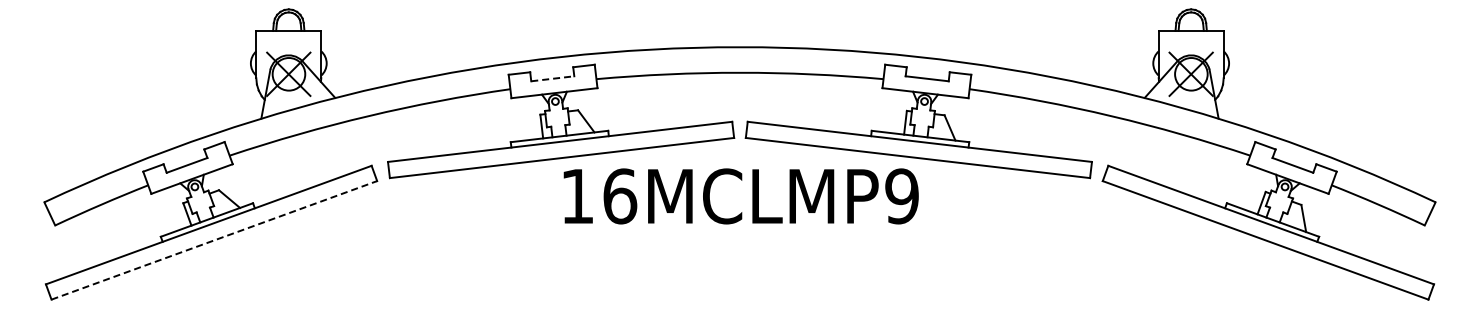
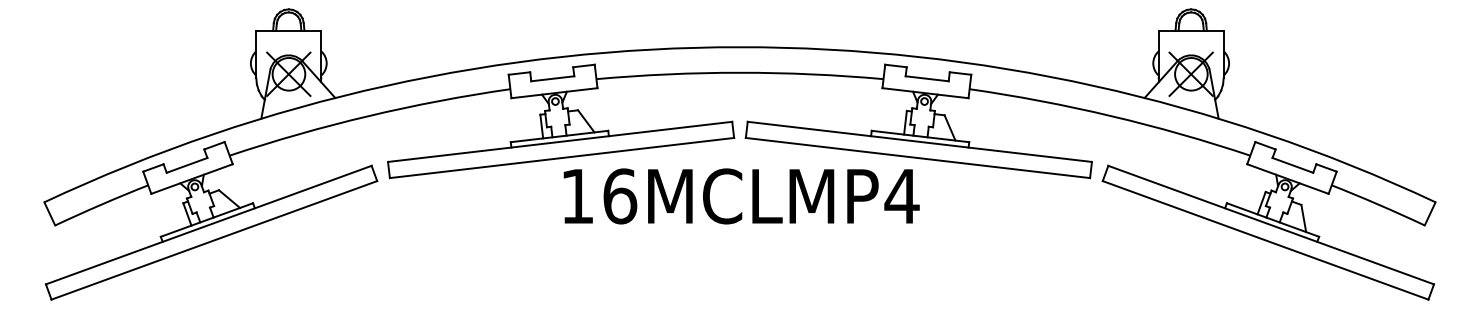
line at (552, 78): dashed -> solid
text at (901, 196): 16MCLMP9 -> 16MCLMP4
line at (214, 240): dashed -> solid
